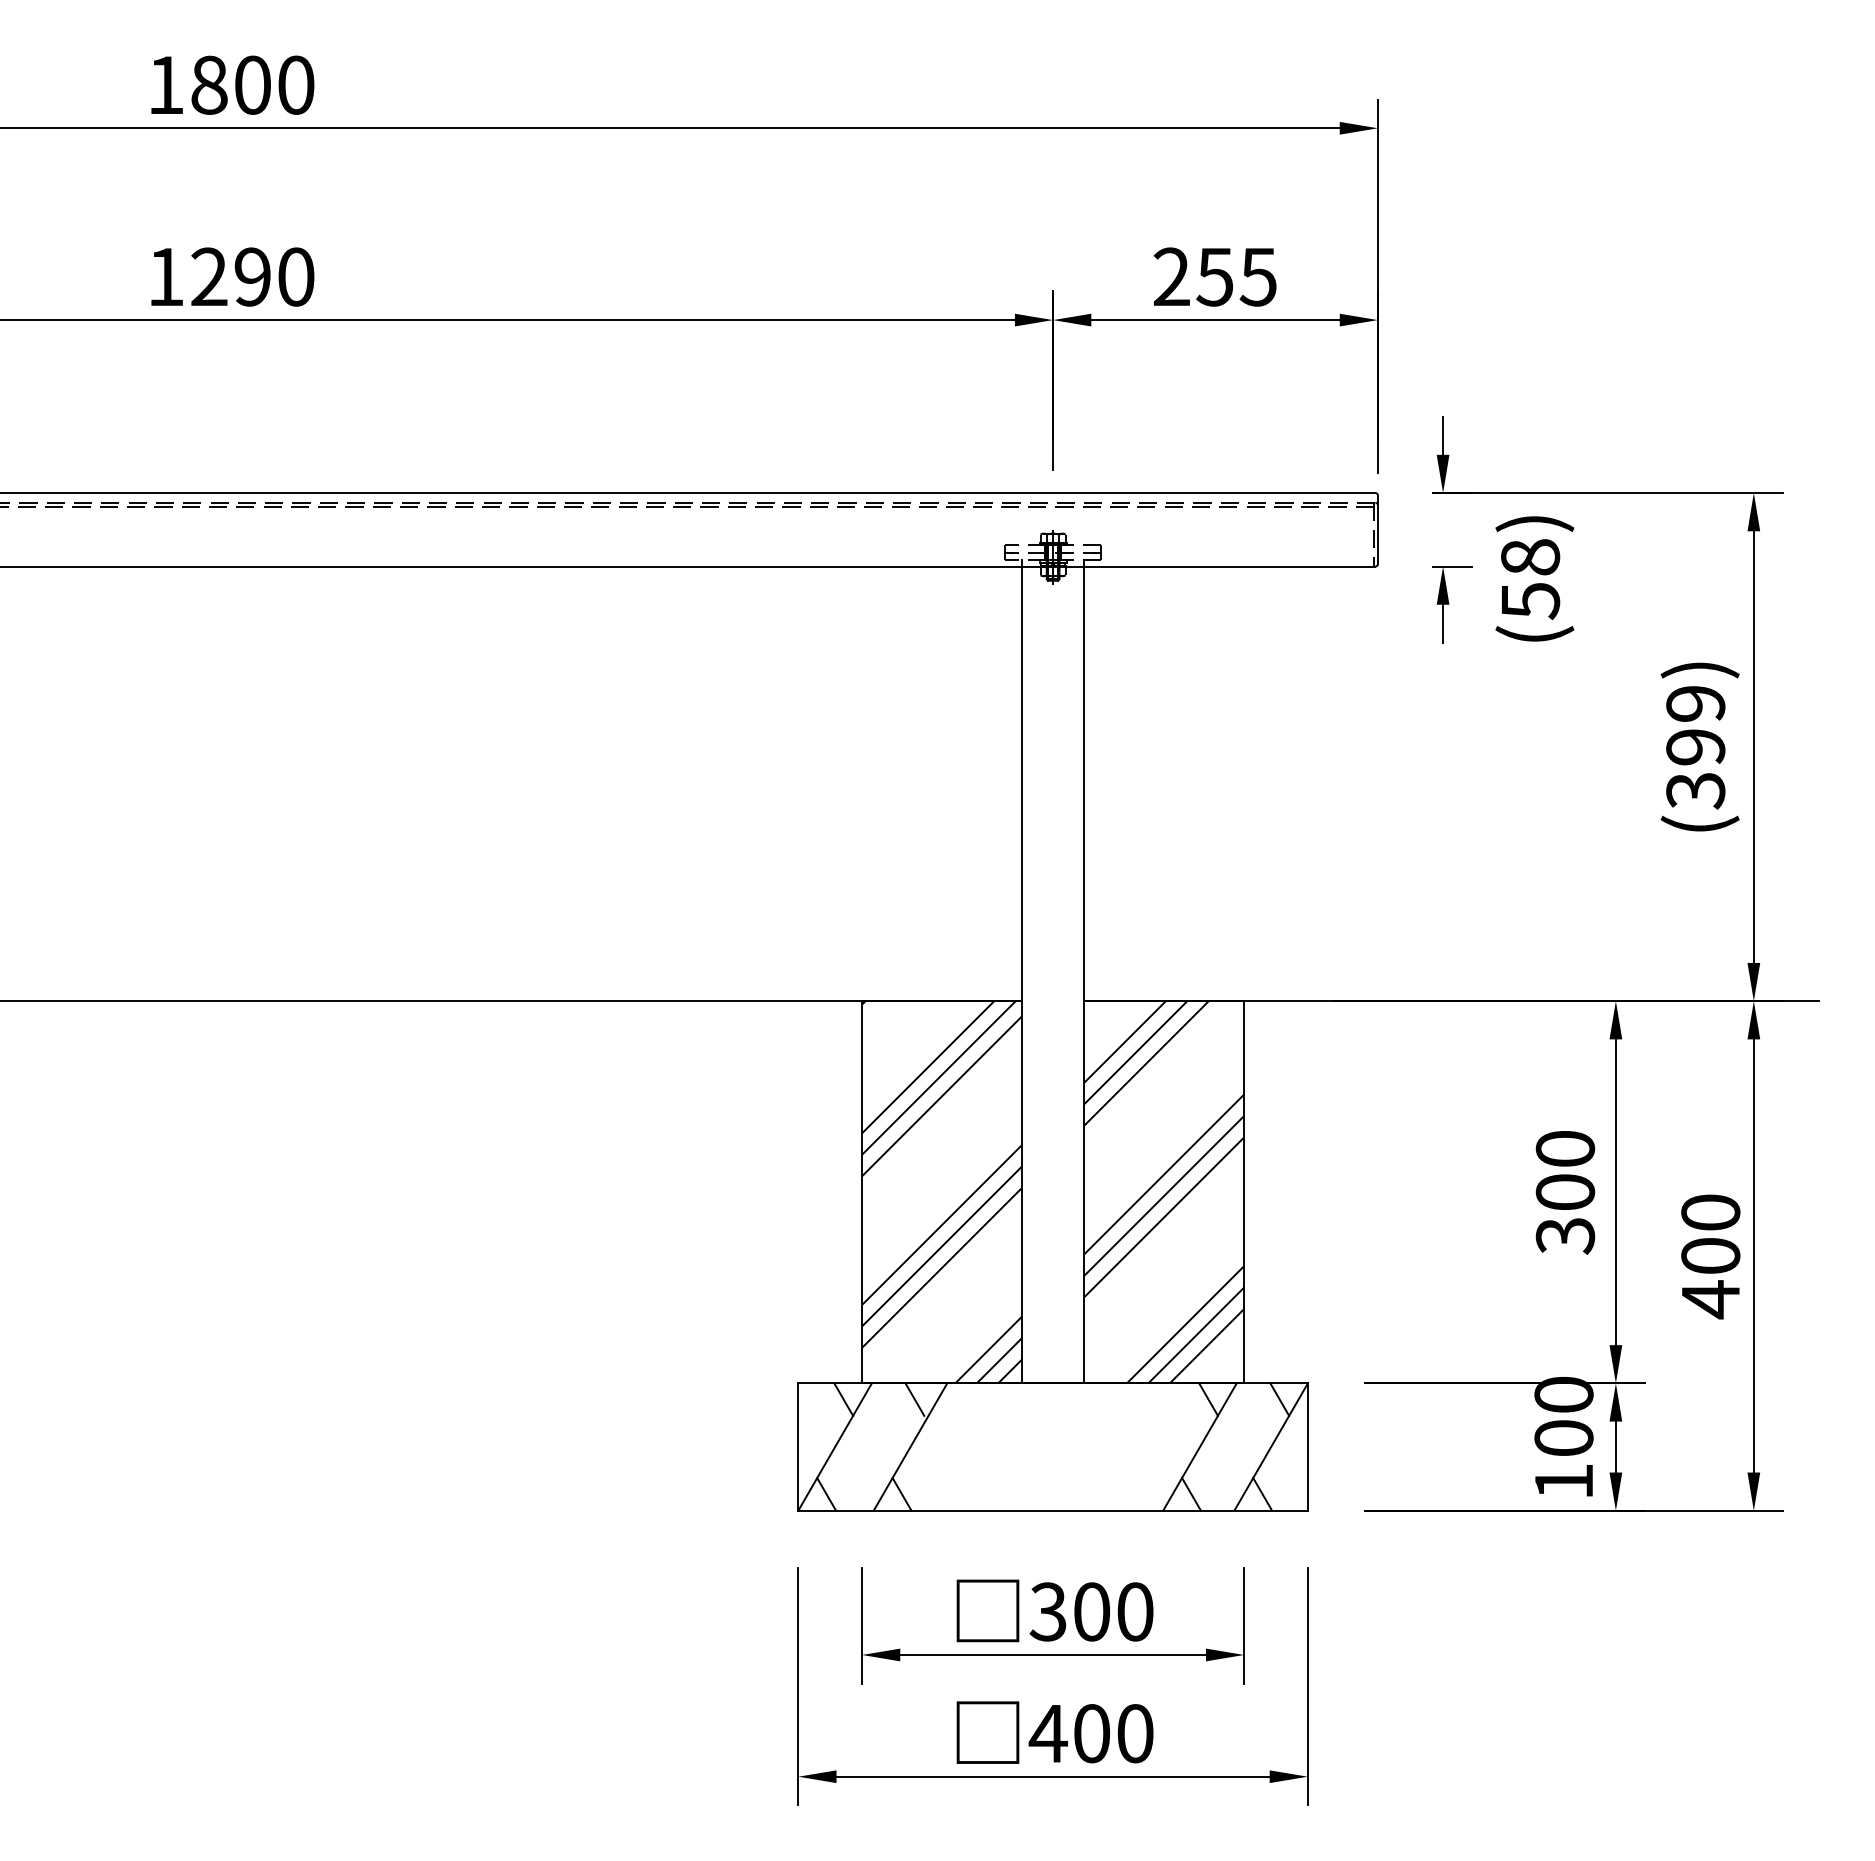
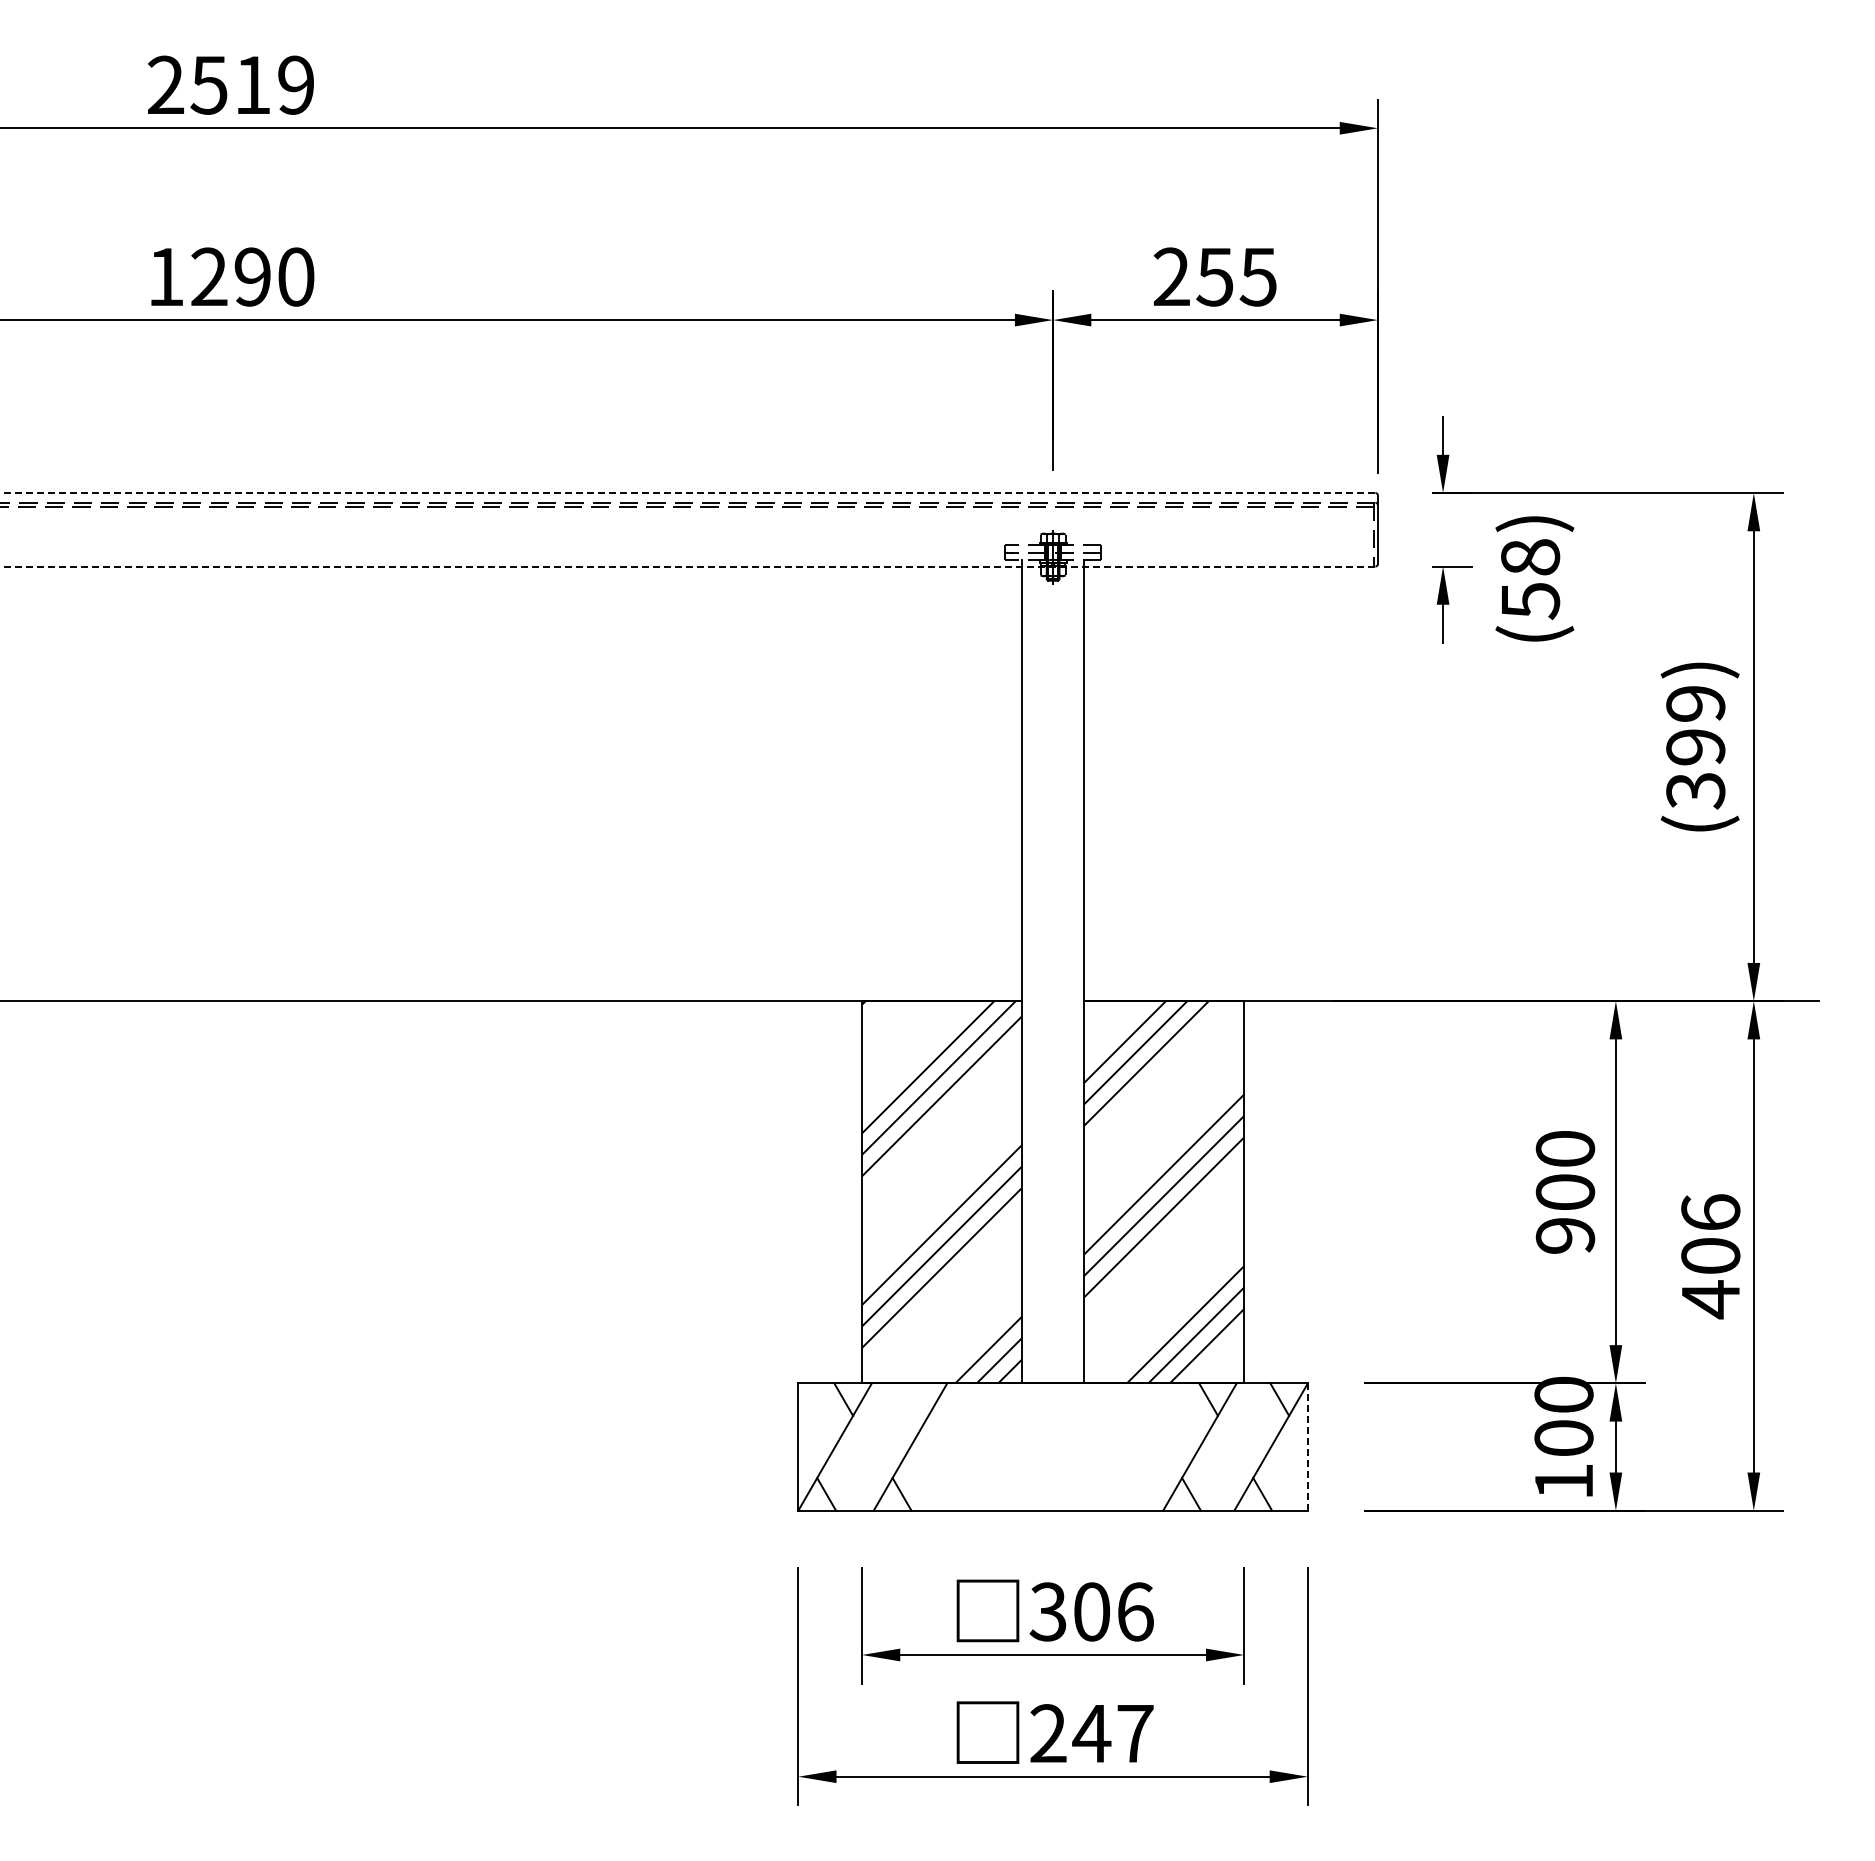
text at (231, 84): 1800 -> 2519
line at (687, 493): solid -> dashed
line at (687, 566): solid -> dashed
text at (1710, 1212): 400 -> 406
text at (1565, 1236): 300 -> 900
line at (914, 1399): present -> none
line at (1307, 1447): solid -> dashed
text at (1135, 1611): 300 -> 306
text at (1090, 1733): 400 -> 247
